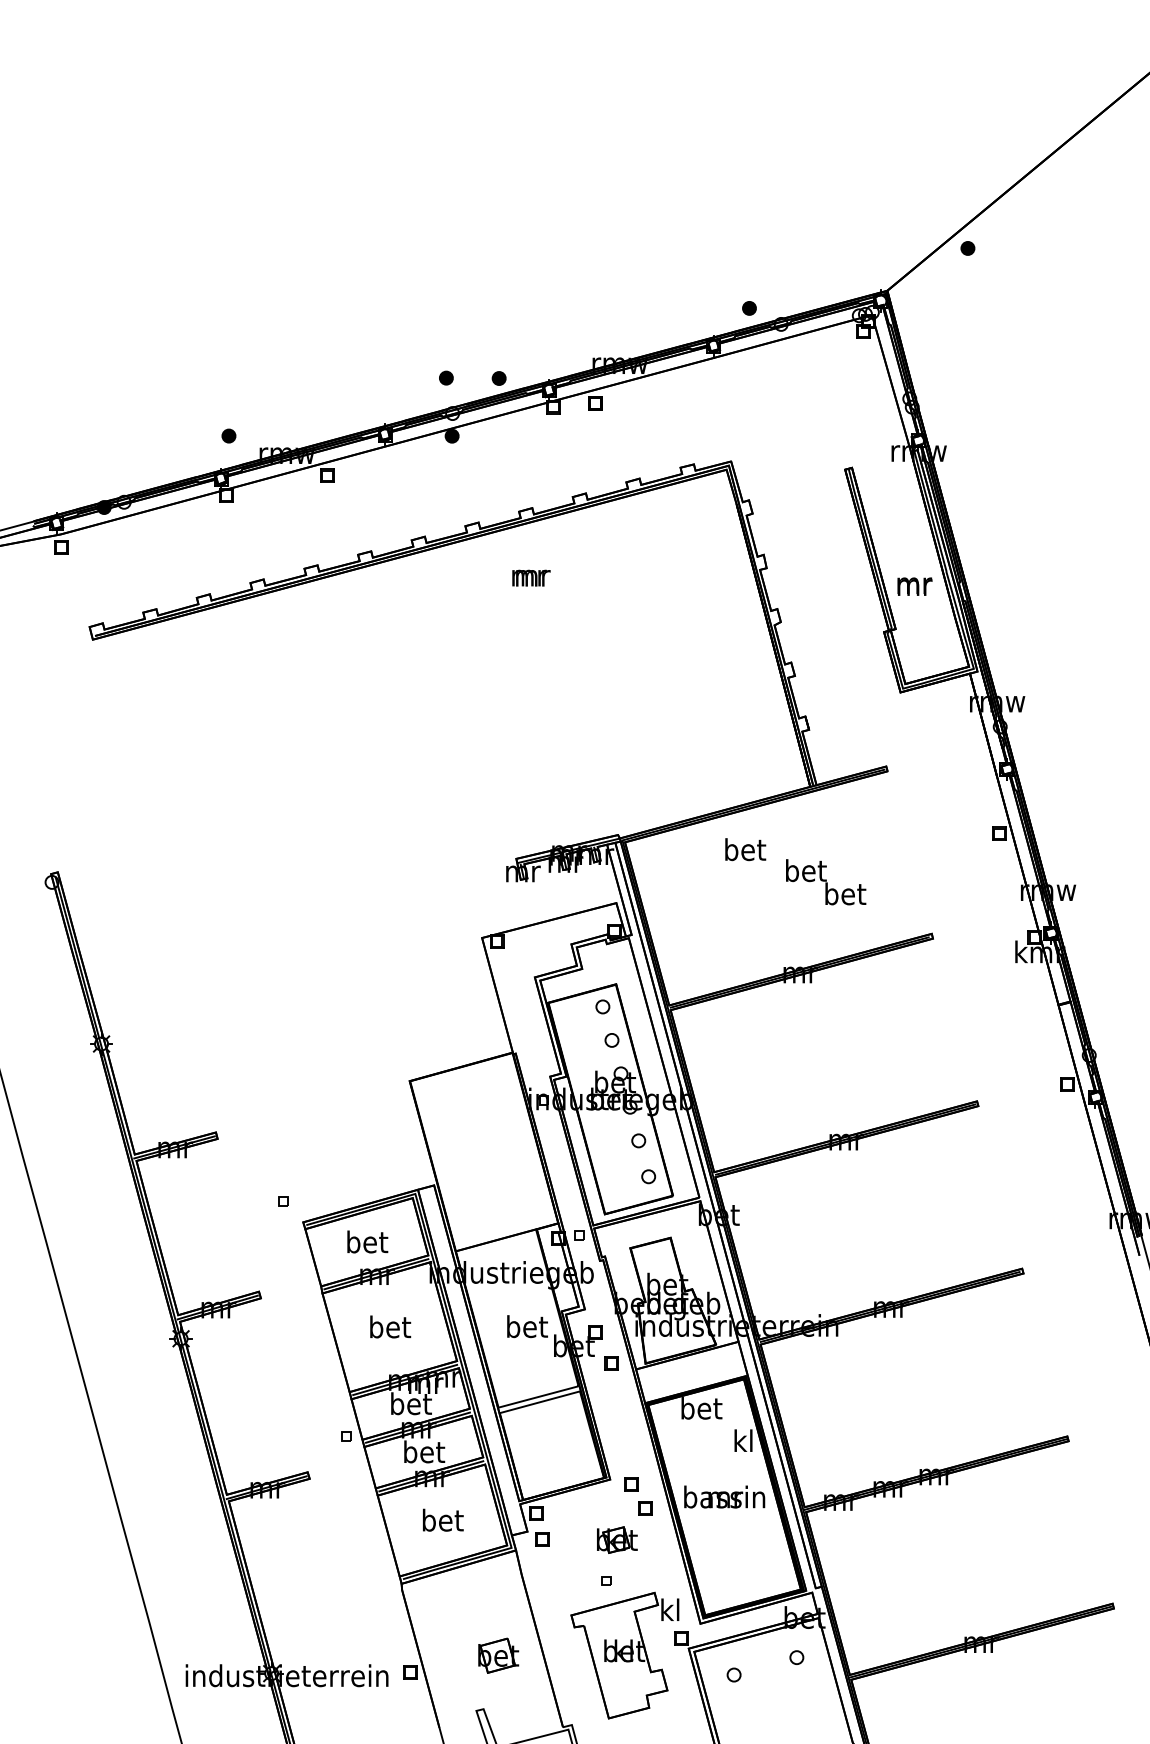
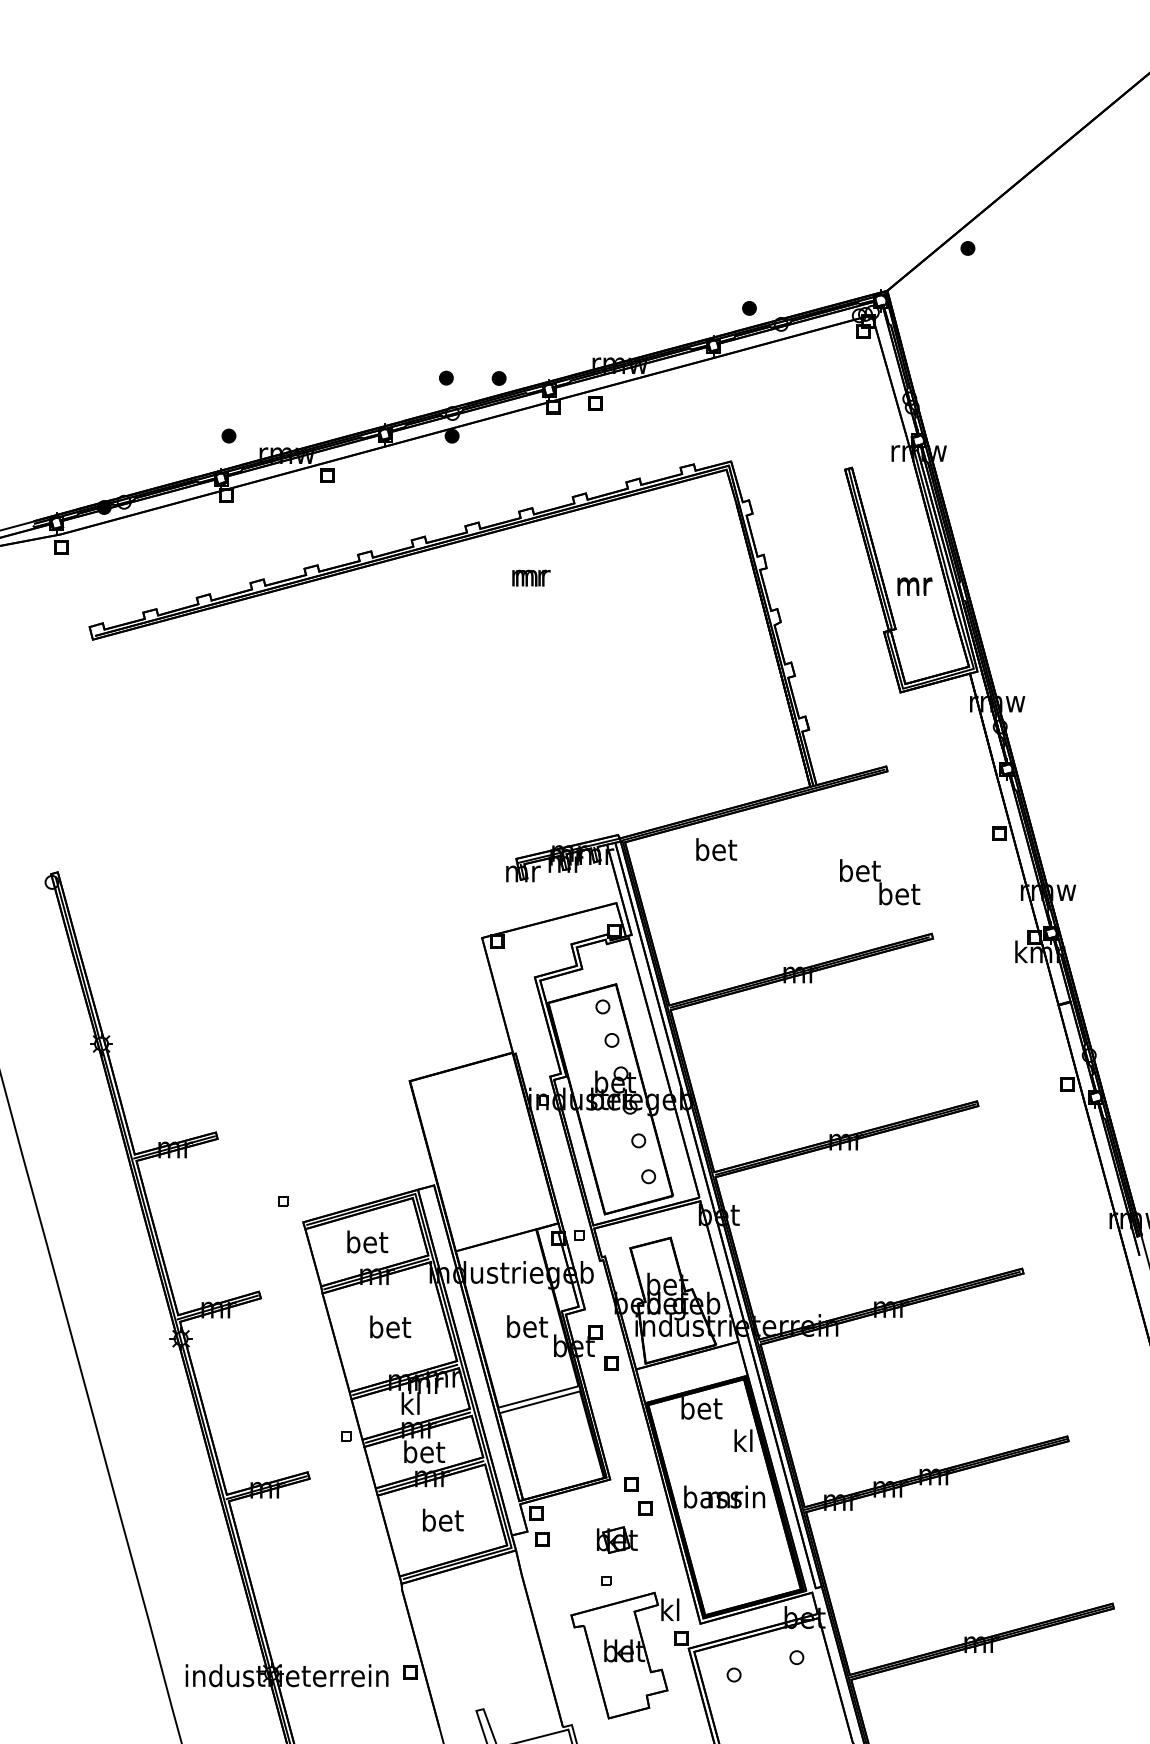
text at (745, 849) position: (745, 849) -> (716, 849)
text at (826, 882) position: (826, 882) -> (880, 882)
text at (411, 1403): bet -> kl
part at (498, 1655): present -> none
